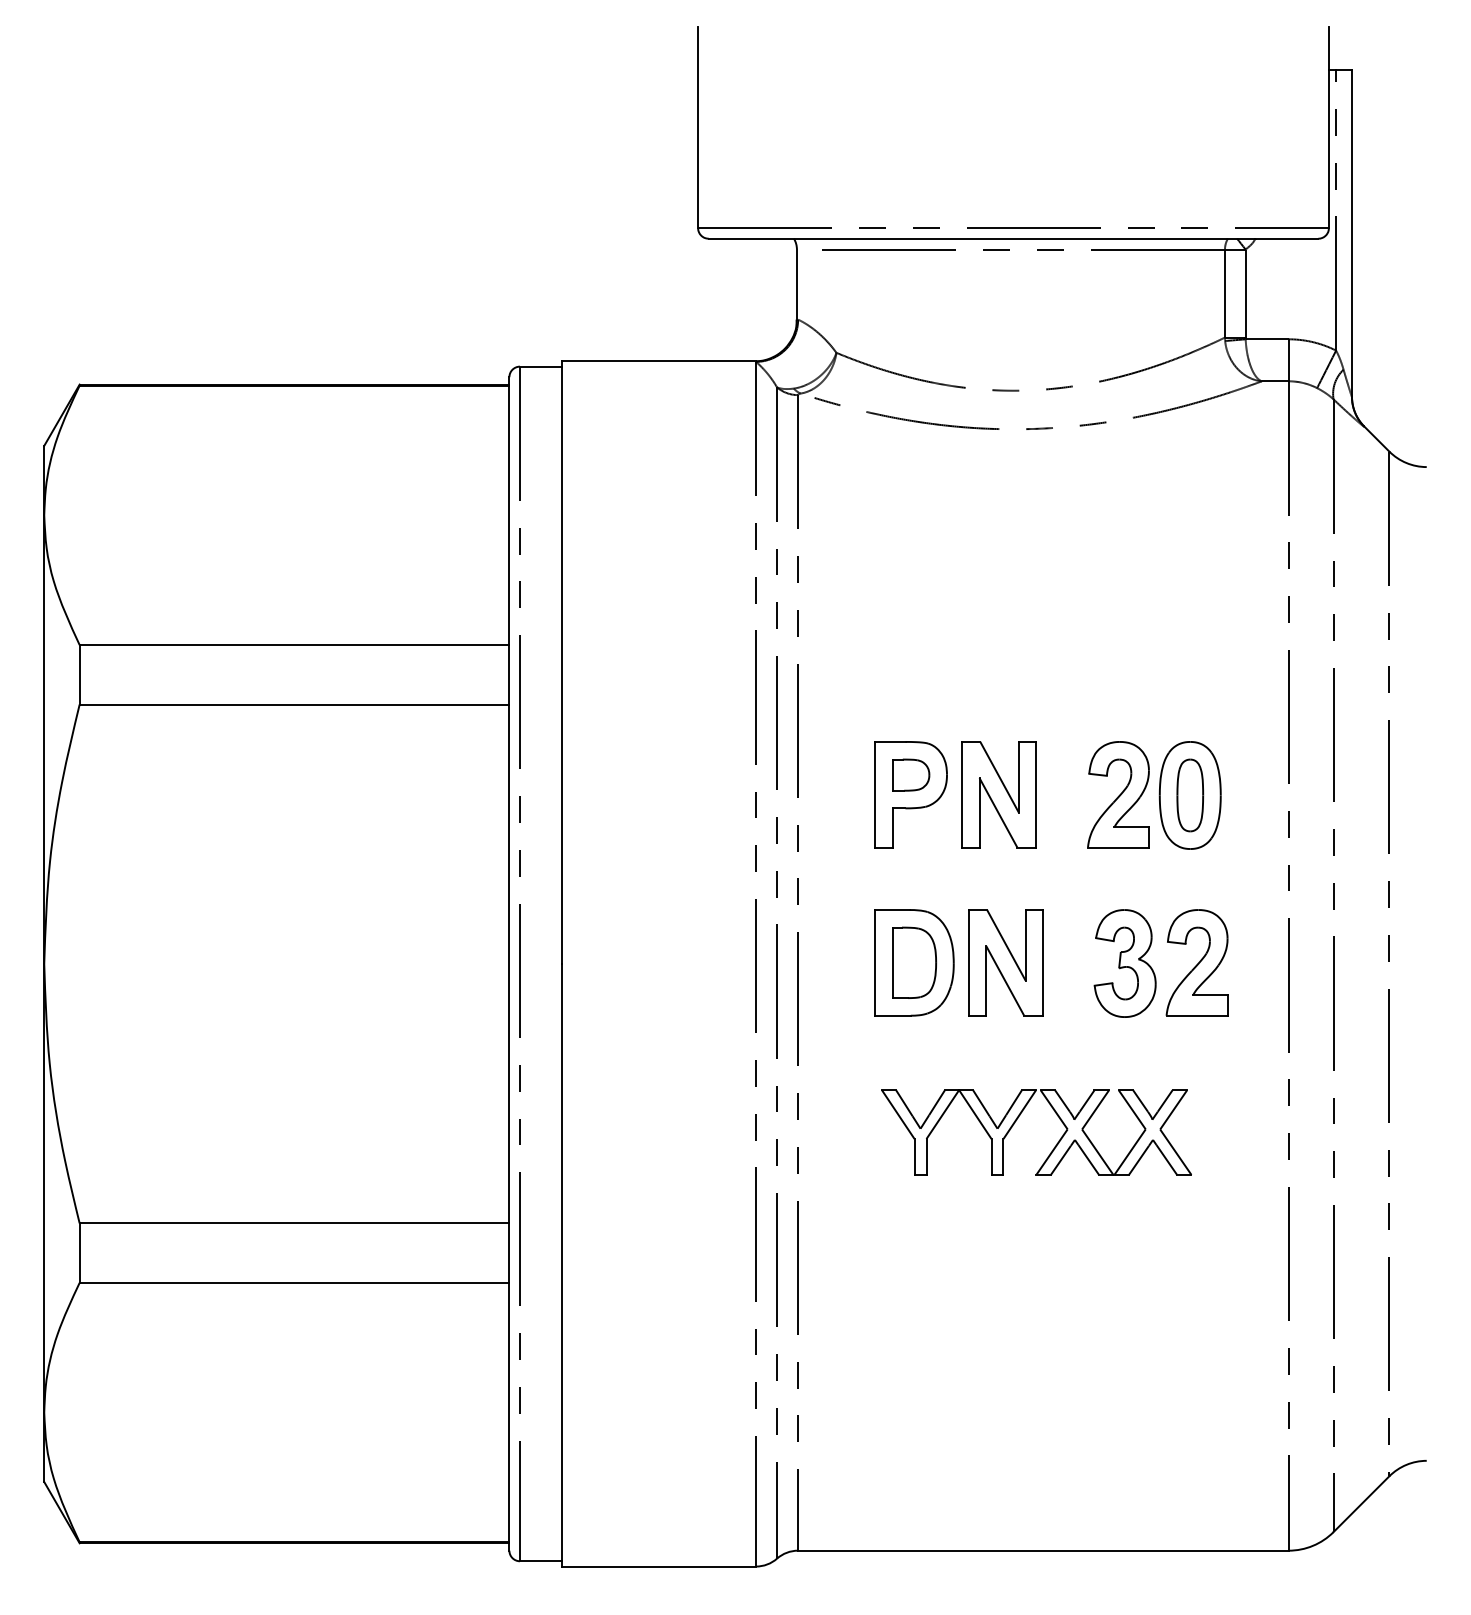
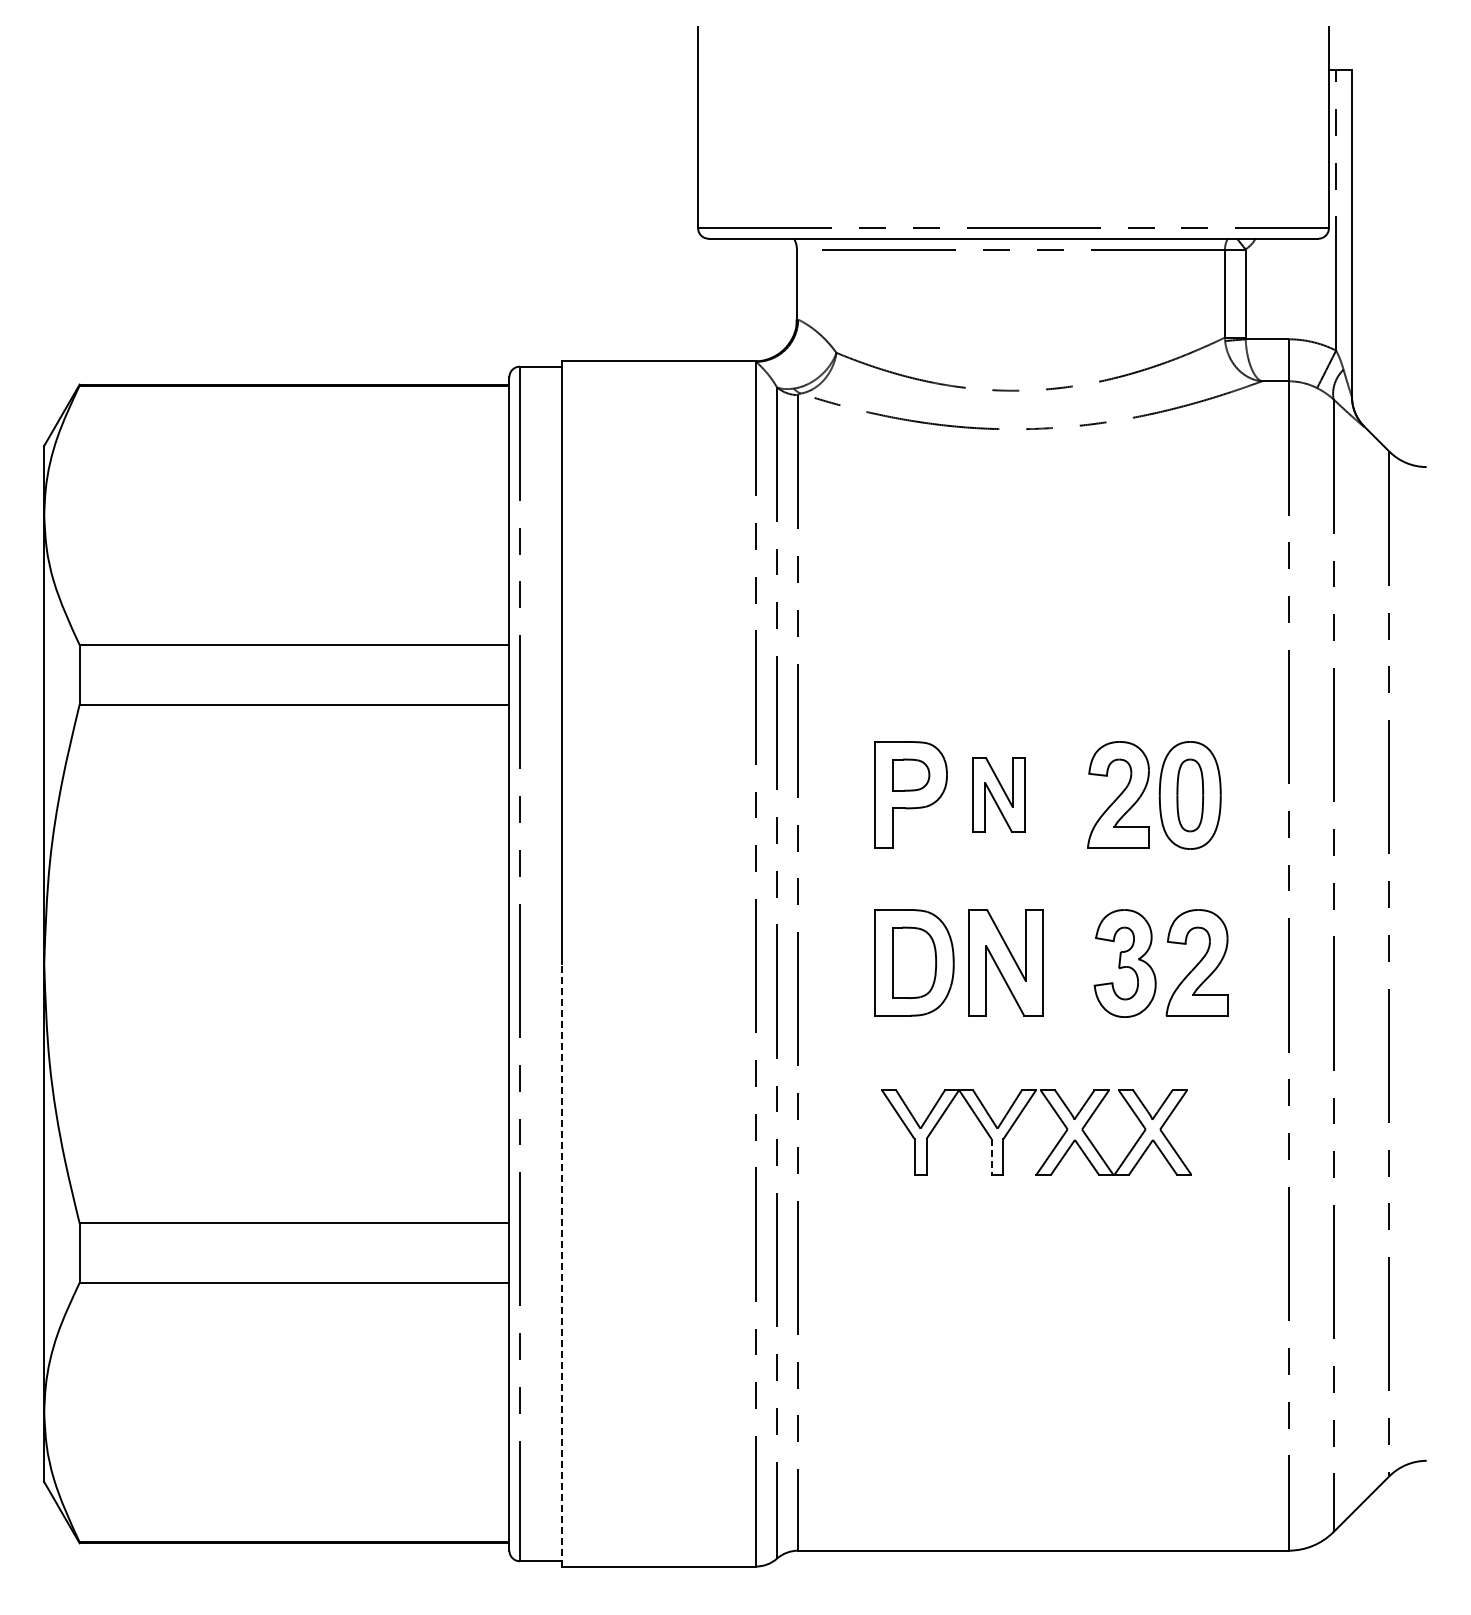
part at (998, 794) size: 76x108 px -> 54x76 px
line at (991, 1156): solid -> dashed
line at (562, 1264): solid -> dashed
